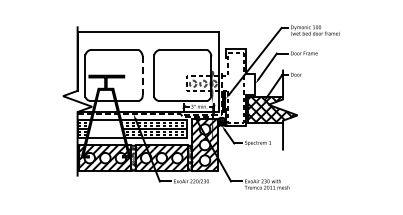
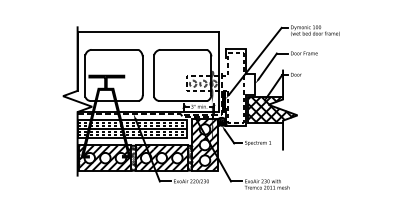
line at (142, 76): dashed -> solid
hatch at (106, 129): none -> present
